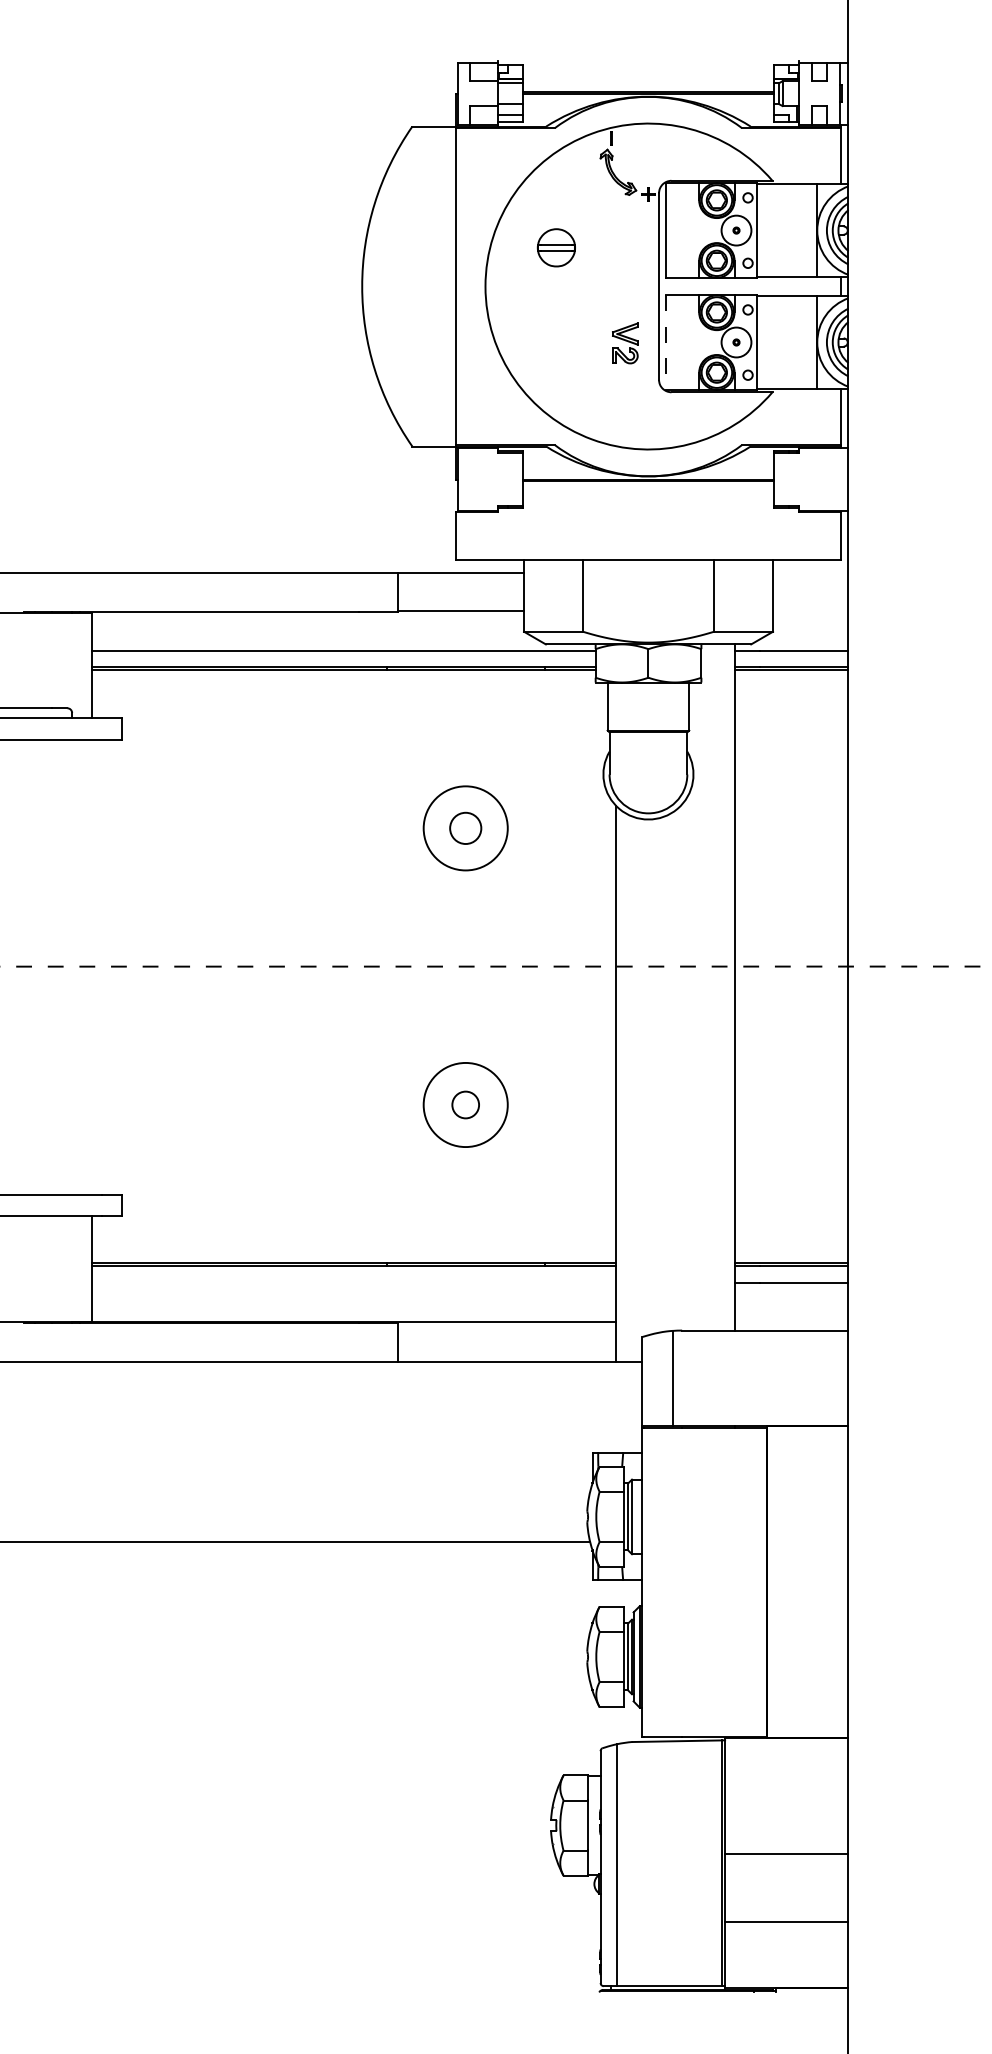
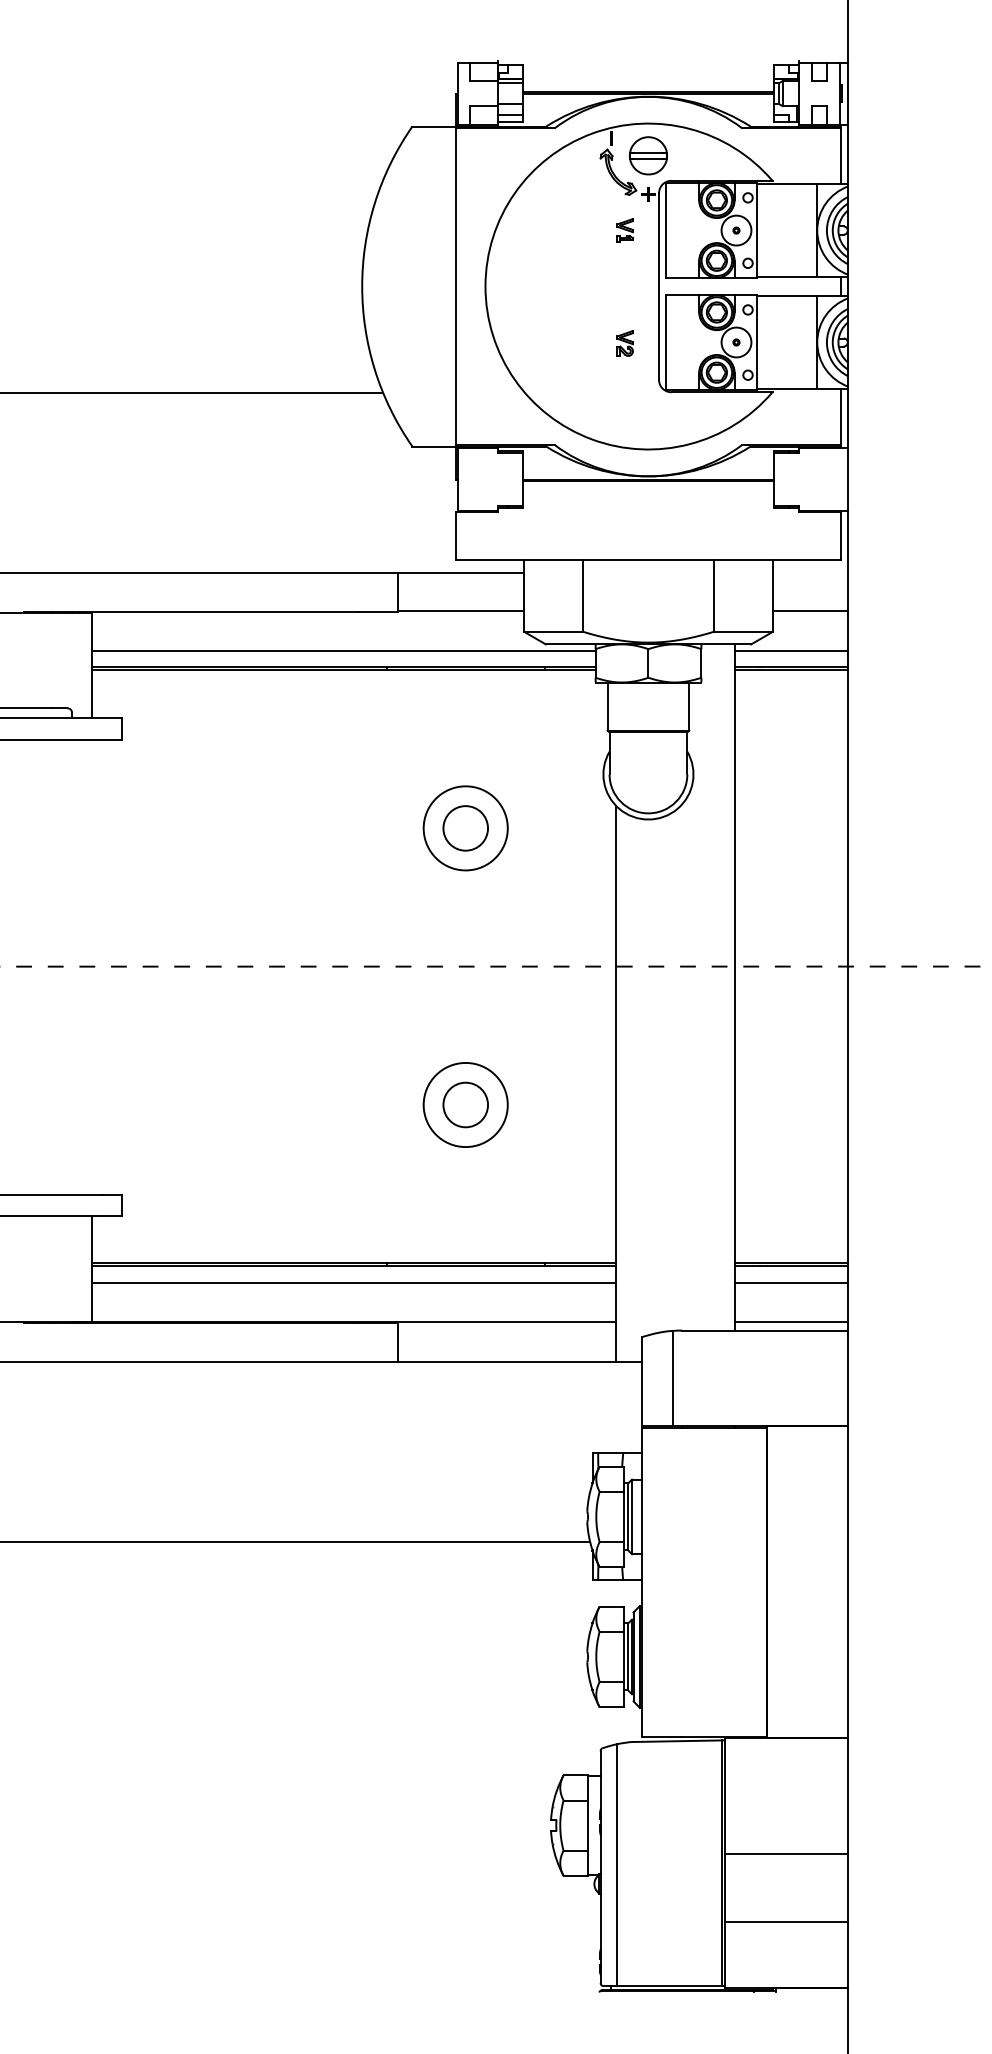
part at (624, 230): none -> present
part at (555, 247) position: (555, 247) -> (647, 155)
part at (625, 343) size: 27x43 px -> 18x27 px
line at (666, 343): dashed -> solid
line at (192, 393): none -> present
line at (810, 611): none -> present
circle at (465, 827) diameter: 31 px -> 45 px
circle at (465, 1104) diameter: 27 px -> 45 px
line at (353, 1282): none -> present
line at (791, 1322): none -> present
